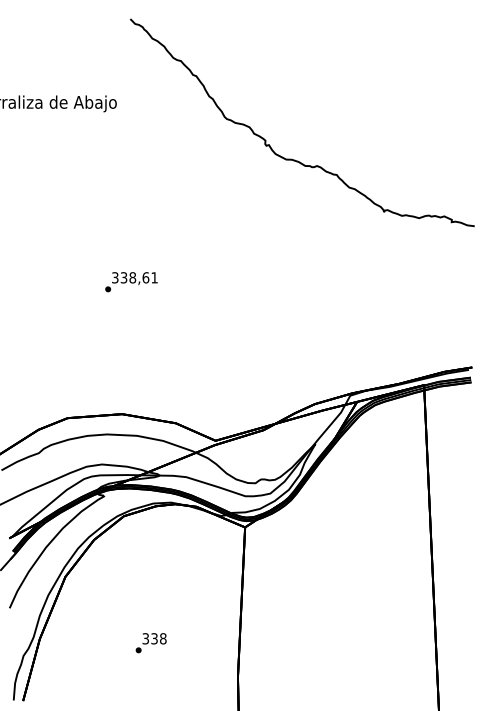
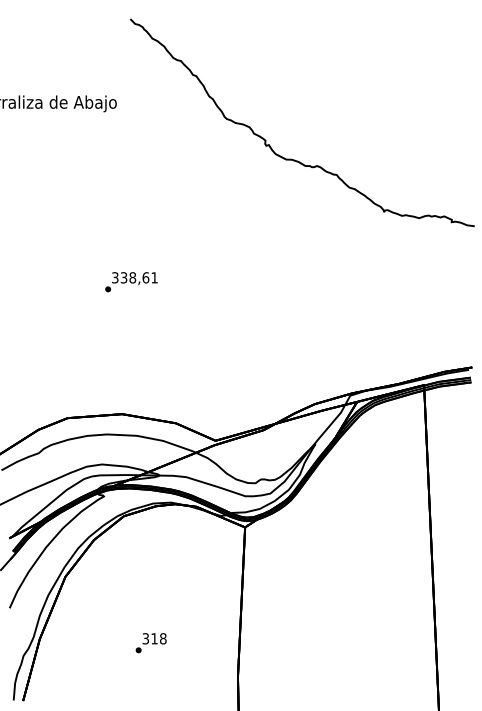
text at (154, 638): 338 -> 318
